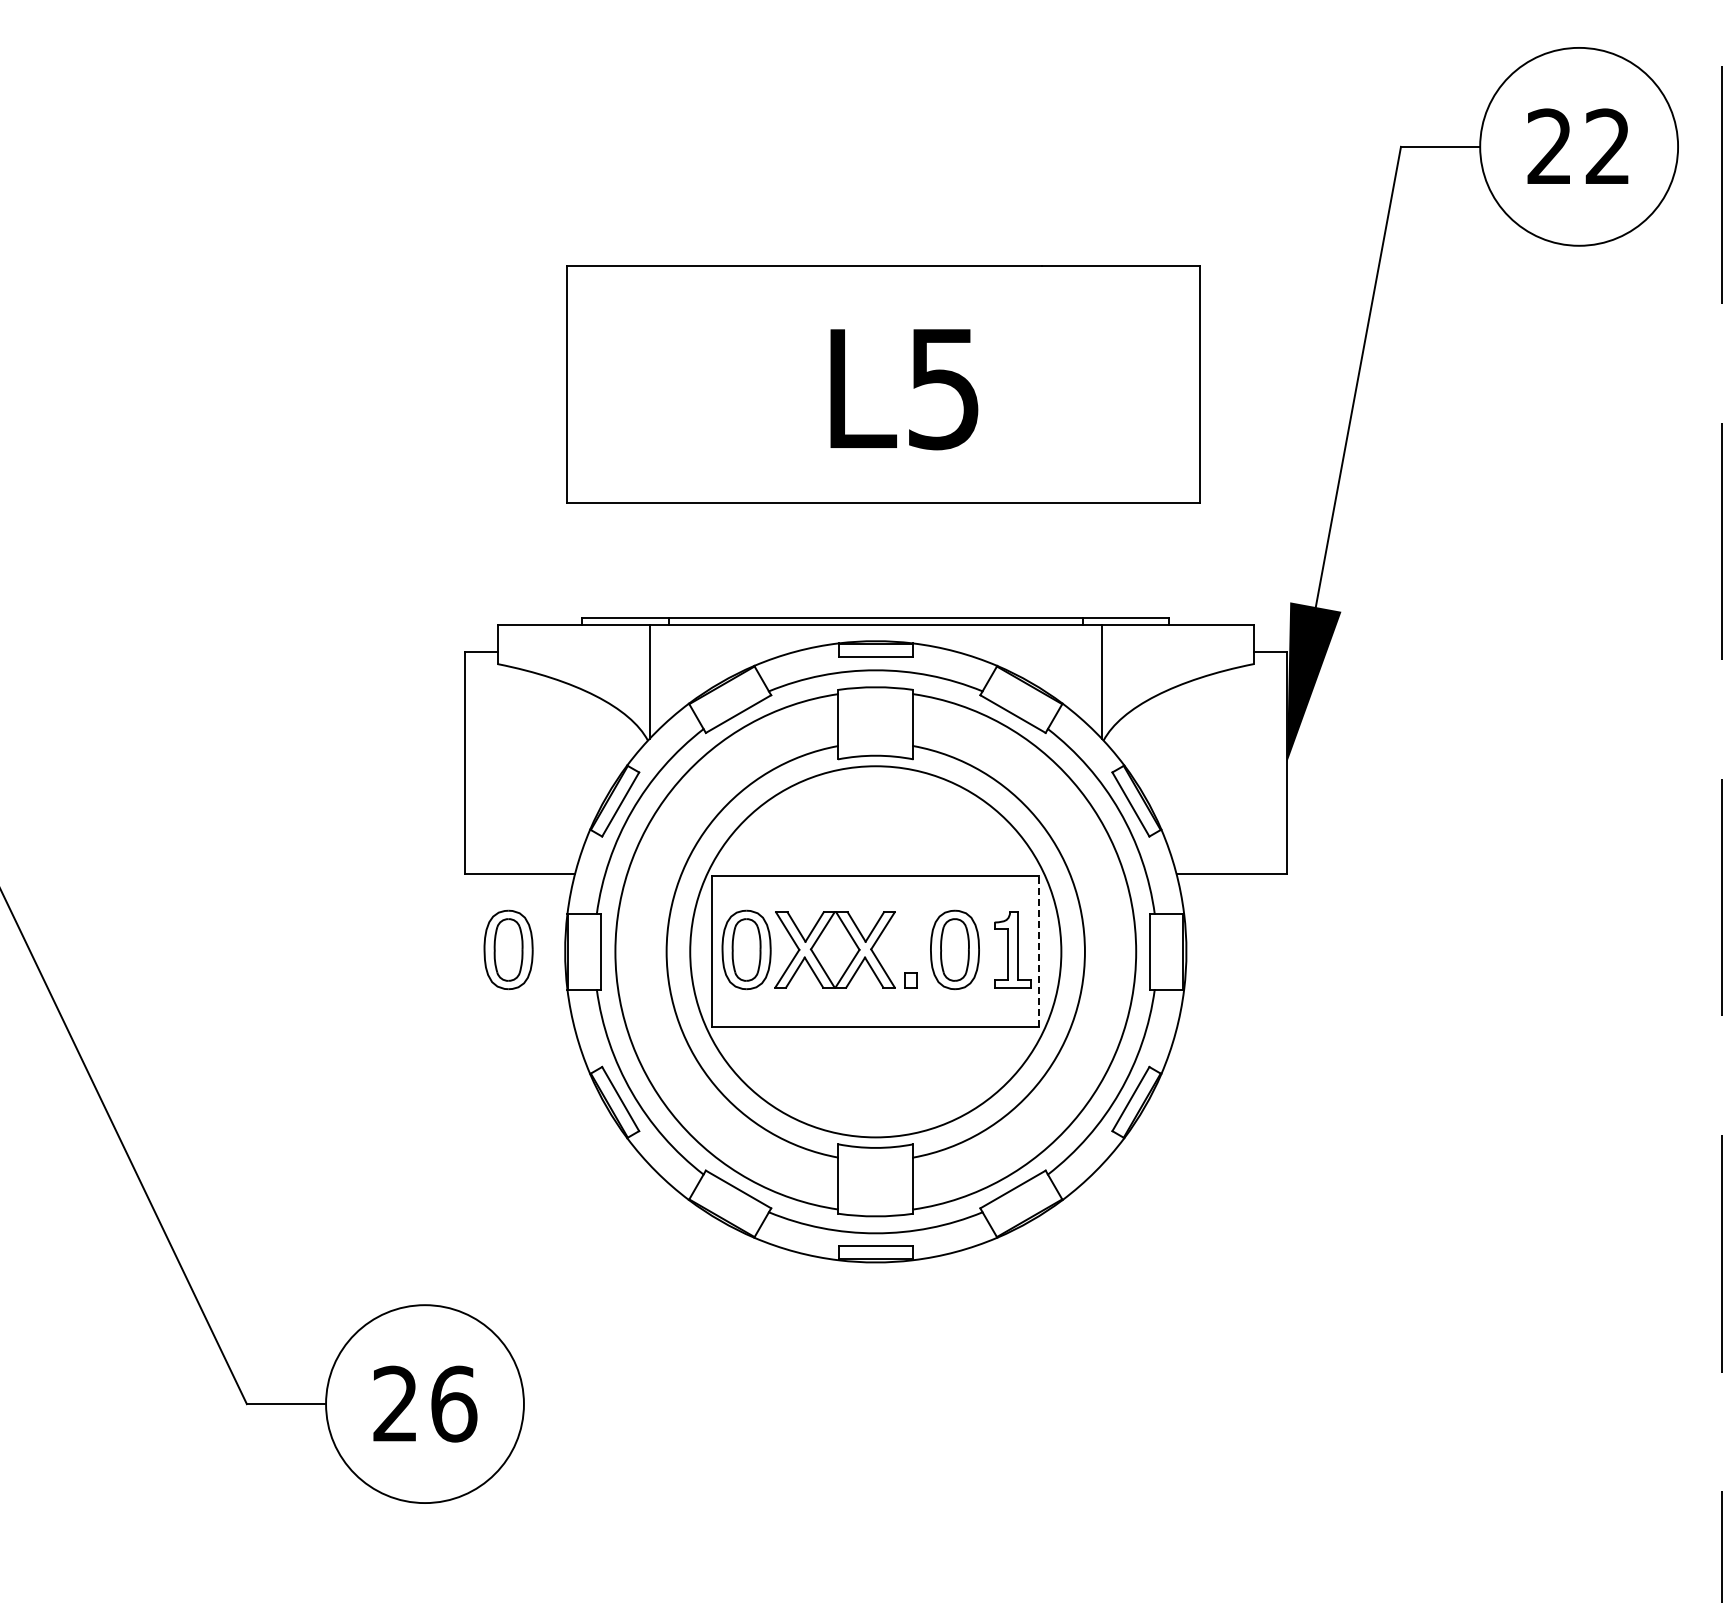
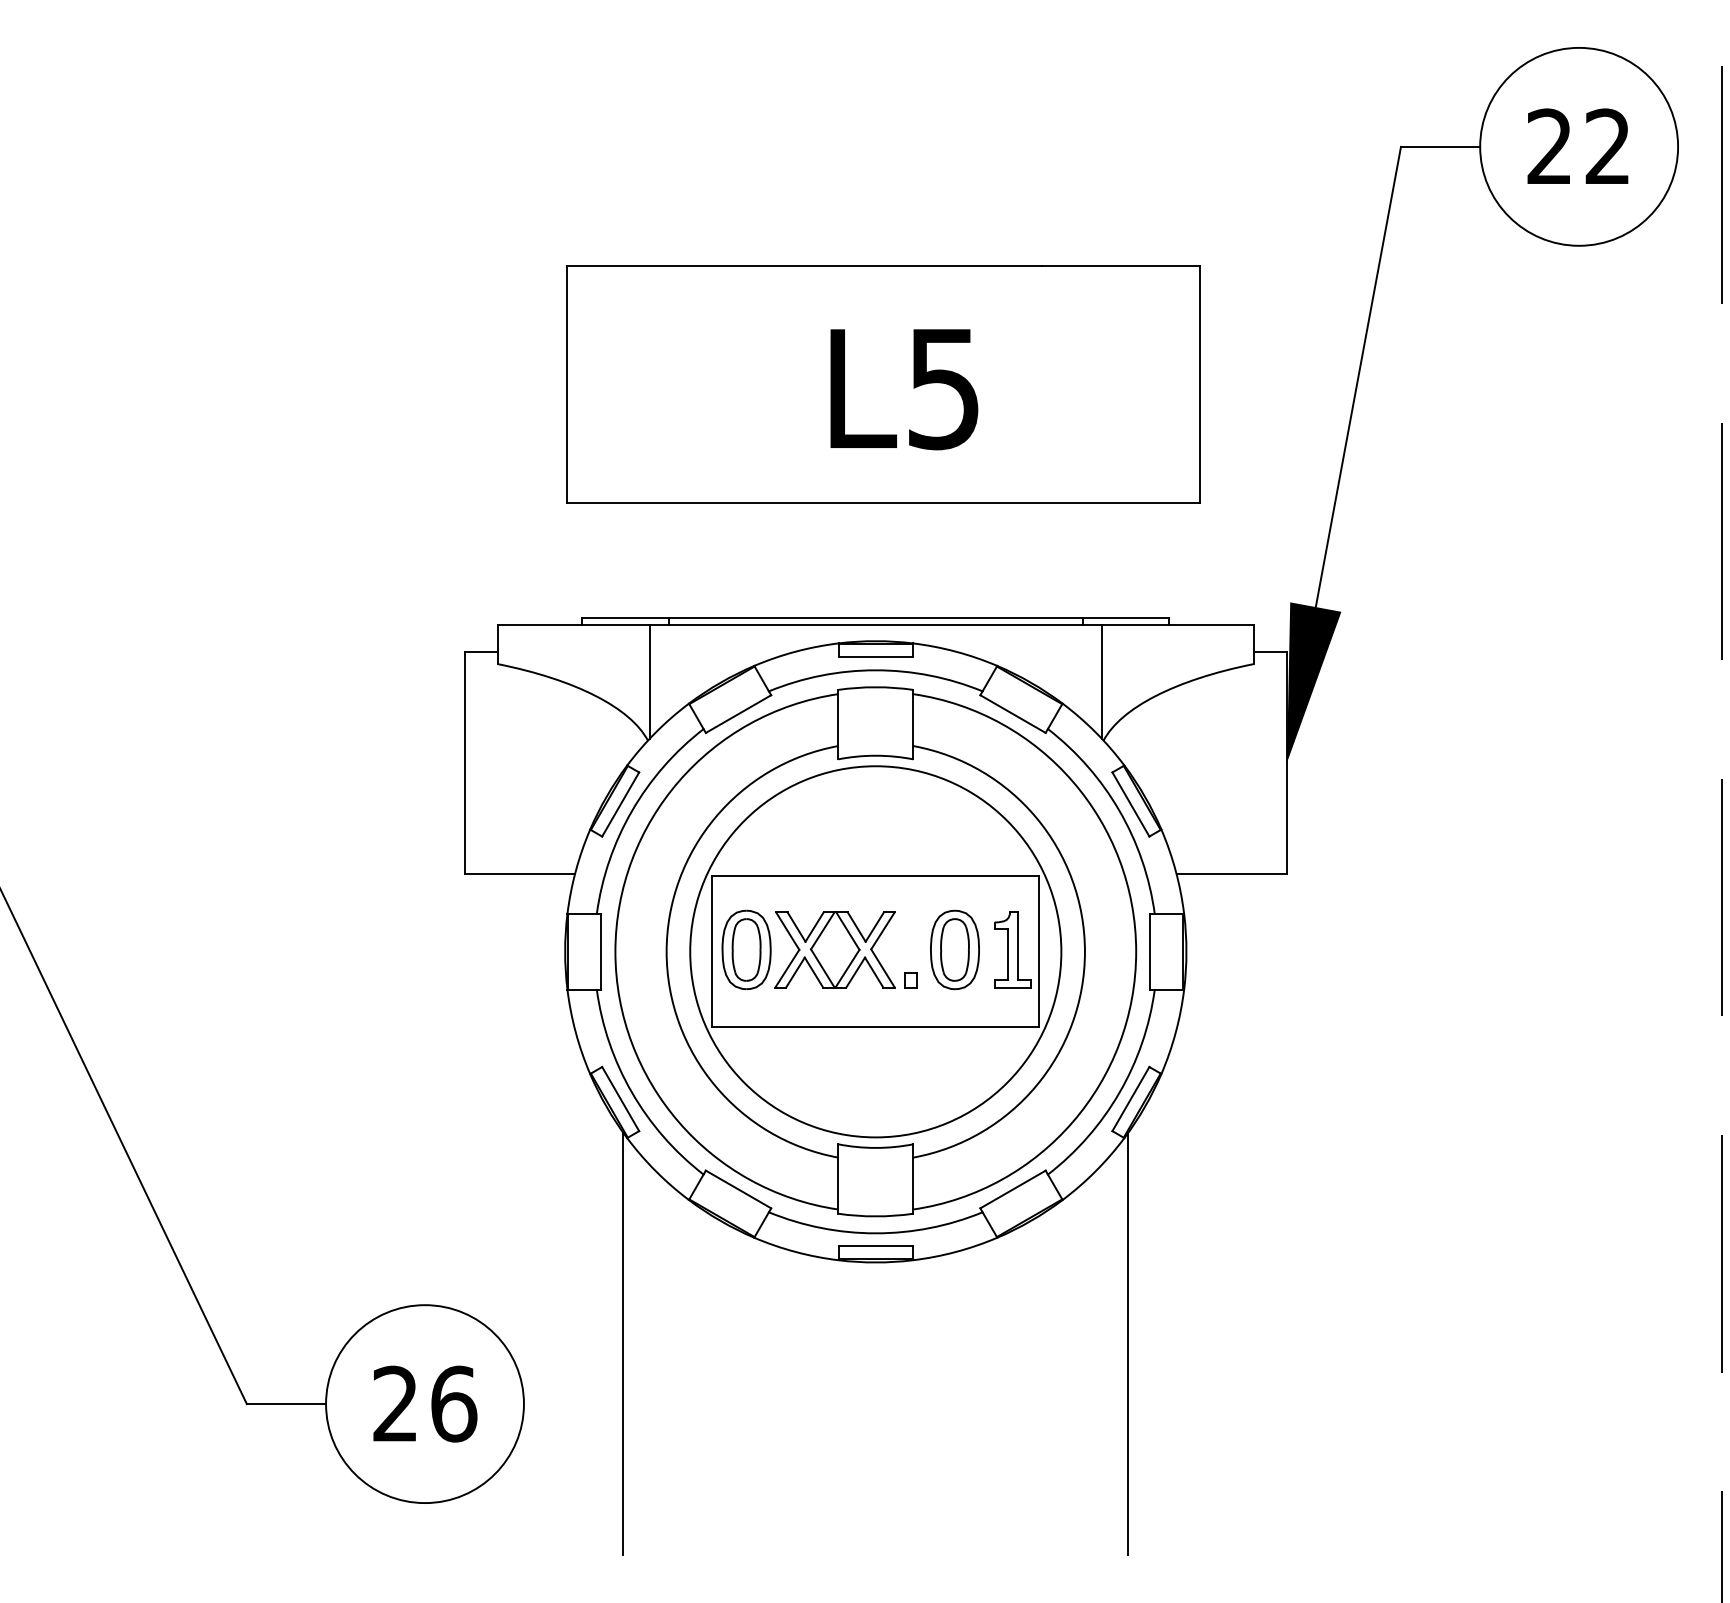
part at (508, 949): present -> none
line at (1039, 951): dashed -> solid
line at (623, 1344): none -> present
line at (1128, 1344): none -> present
